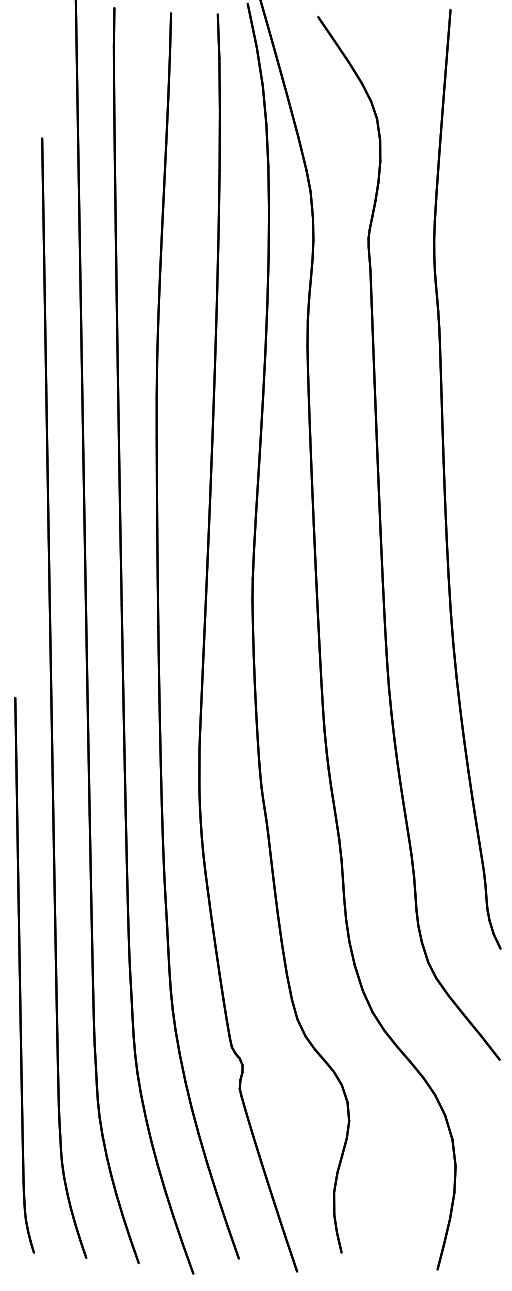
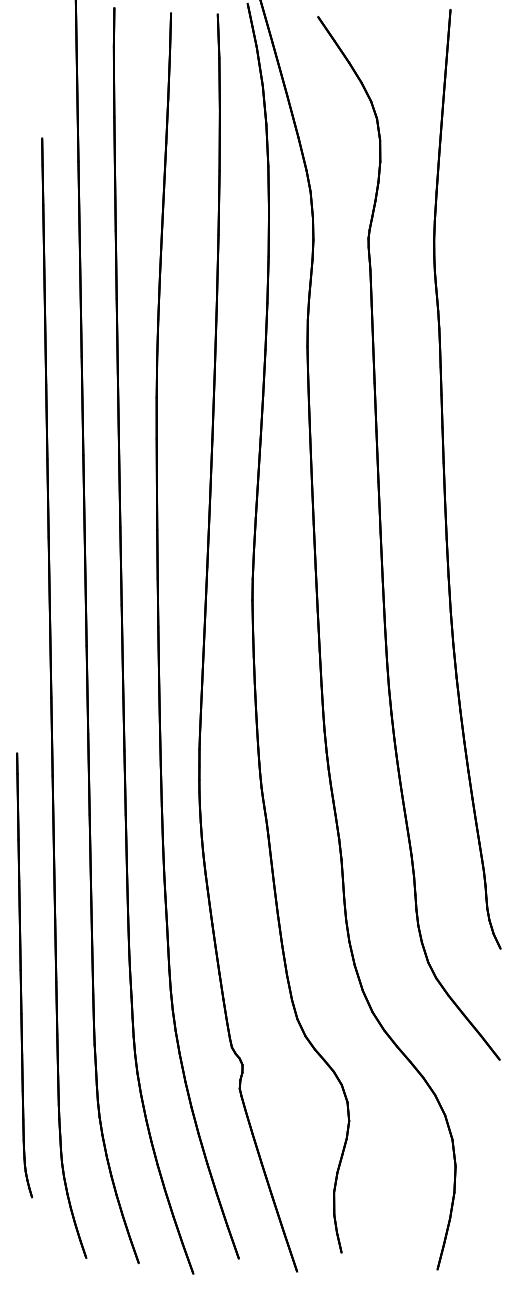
part at (24, 975) size: 21x557 px -> 18x447 px
